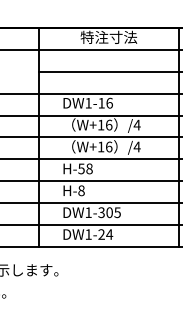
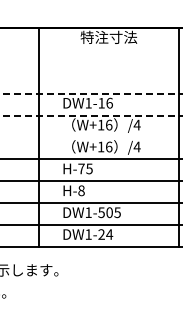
line at (90, 49): present -> none
line at (108, 71): present -> none
line at (91, 93): solid -> dashed
line at (91, 115): solid -> dashed
line at (90, 137): present -> none
text at (85, 168): H-58 -> H-75
text at (101, 212): DW1-305 -> DW1-505
